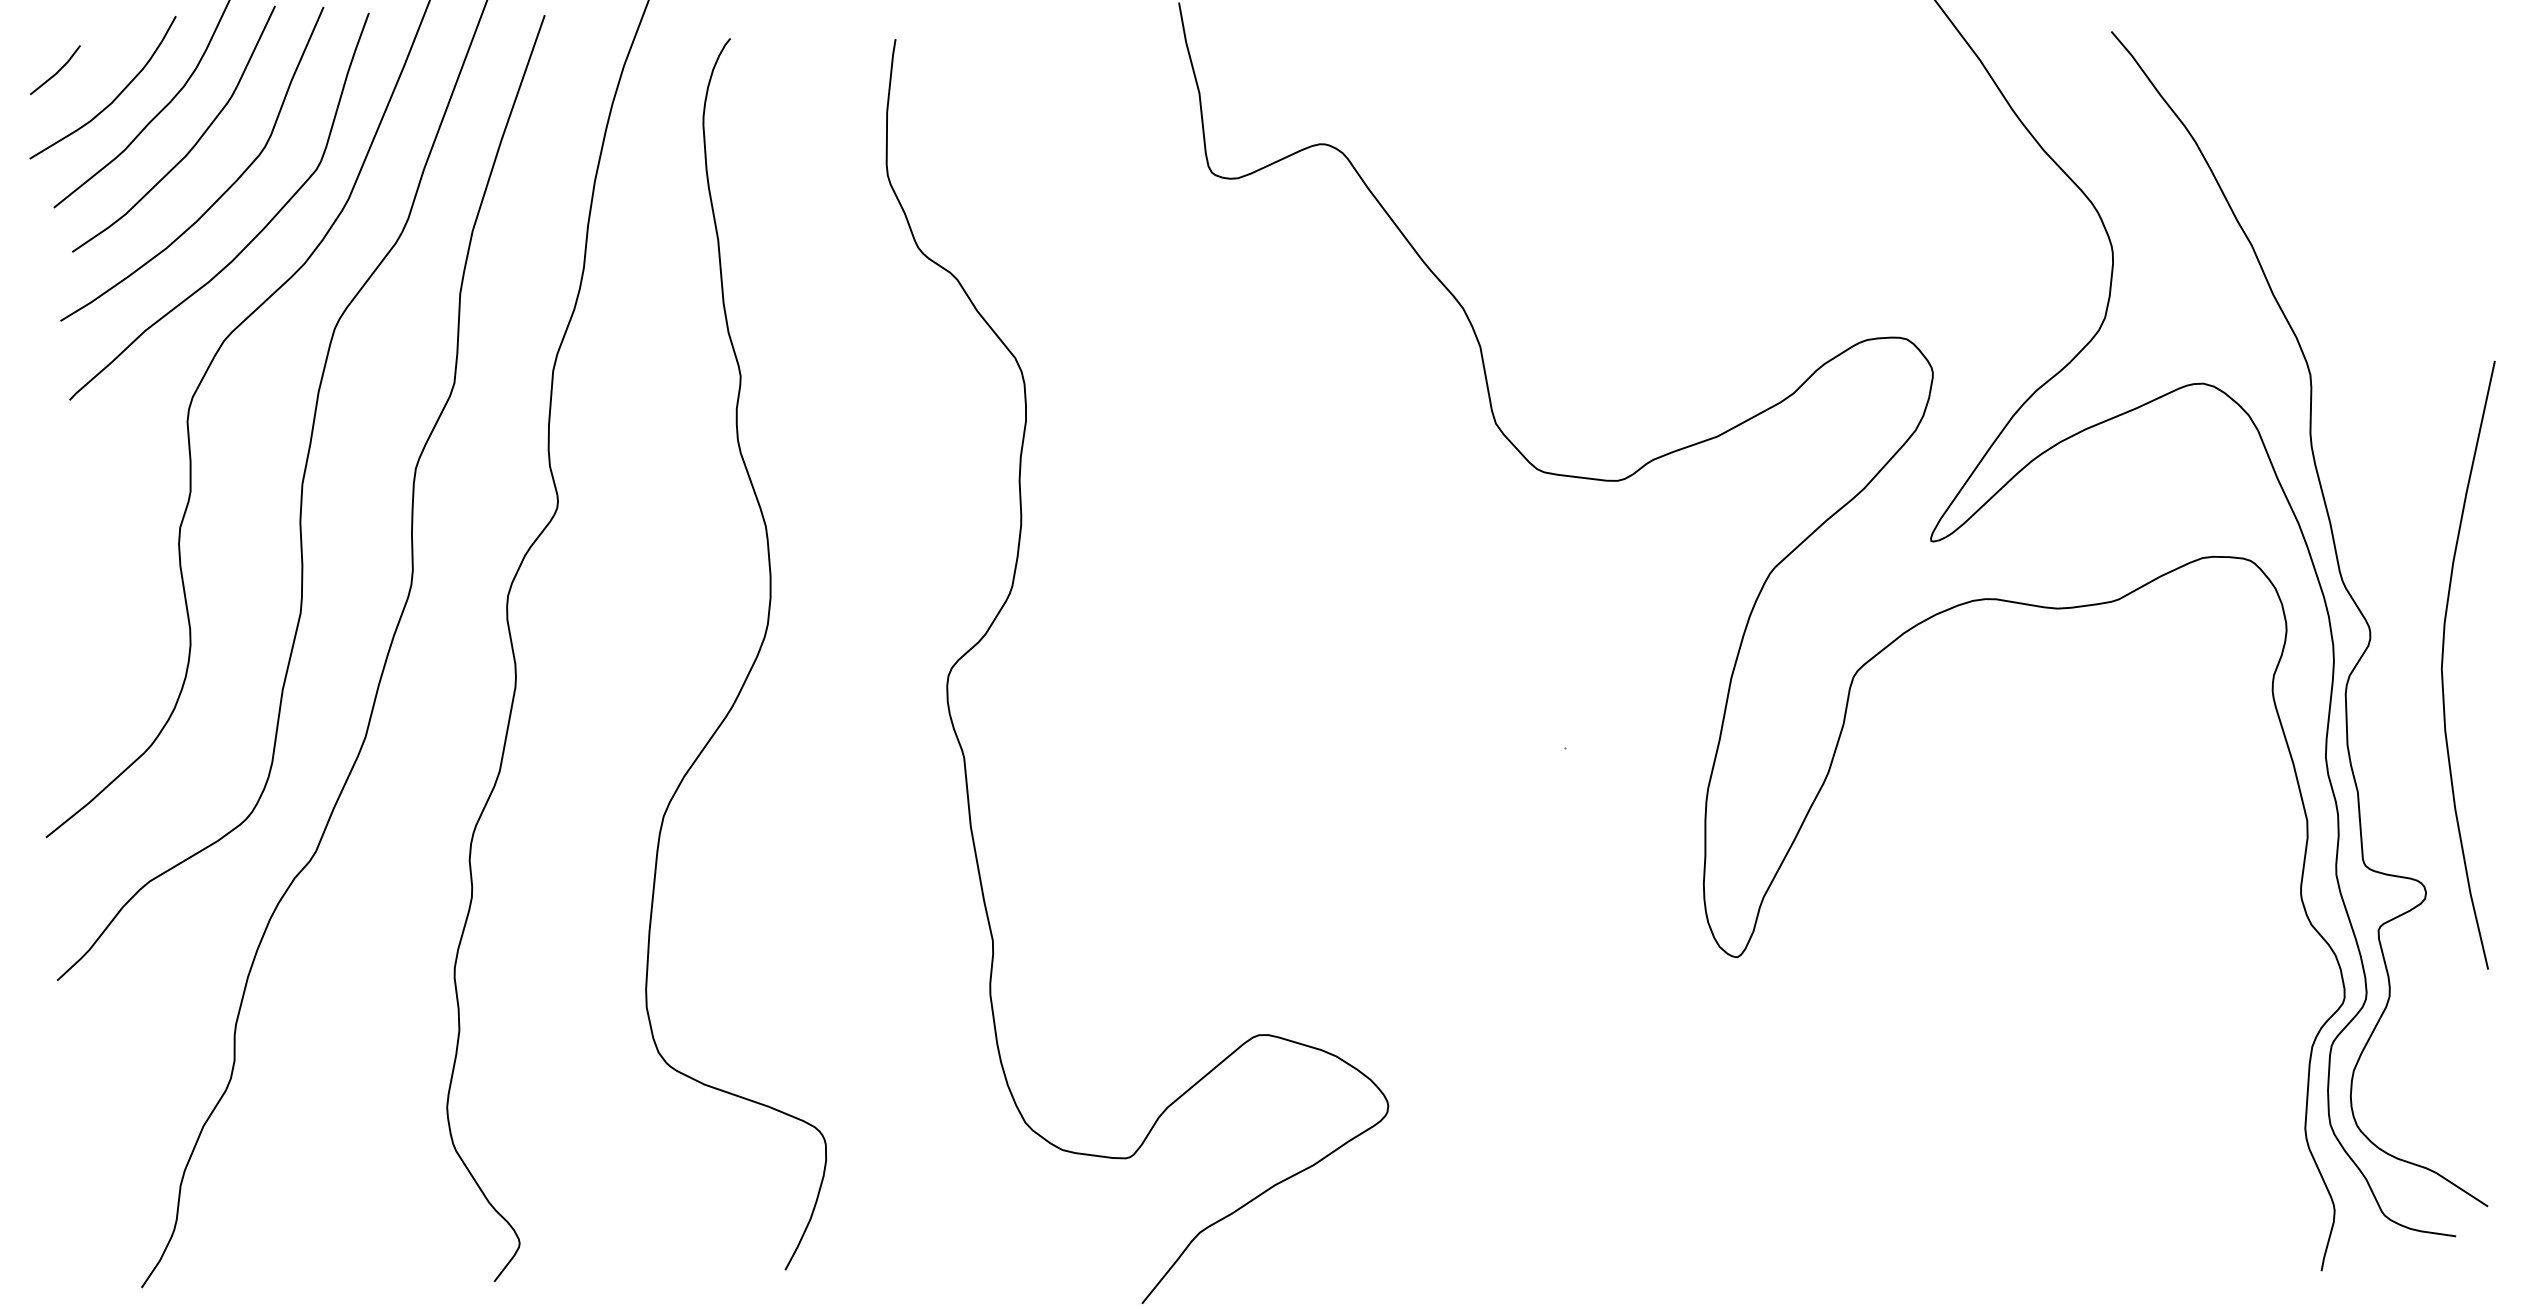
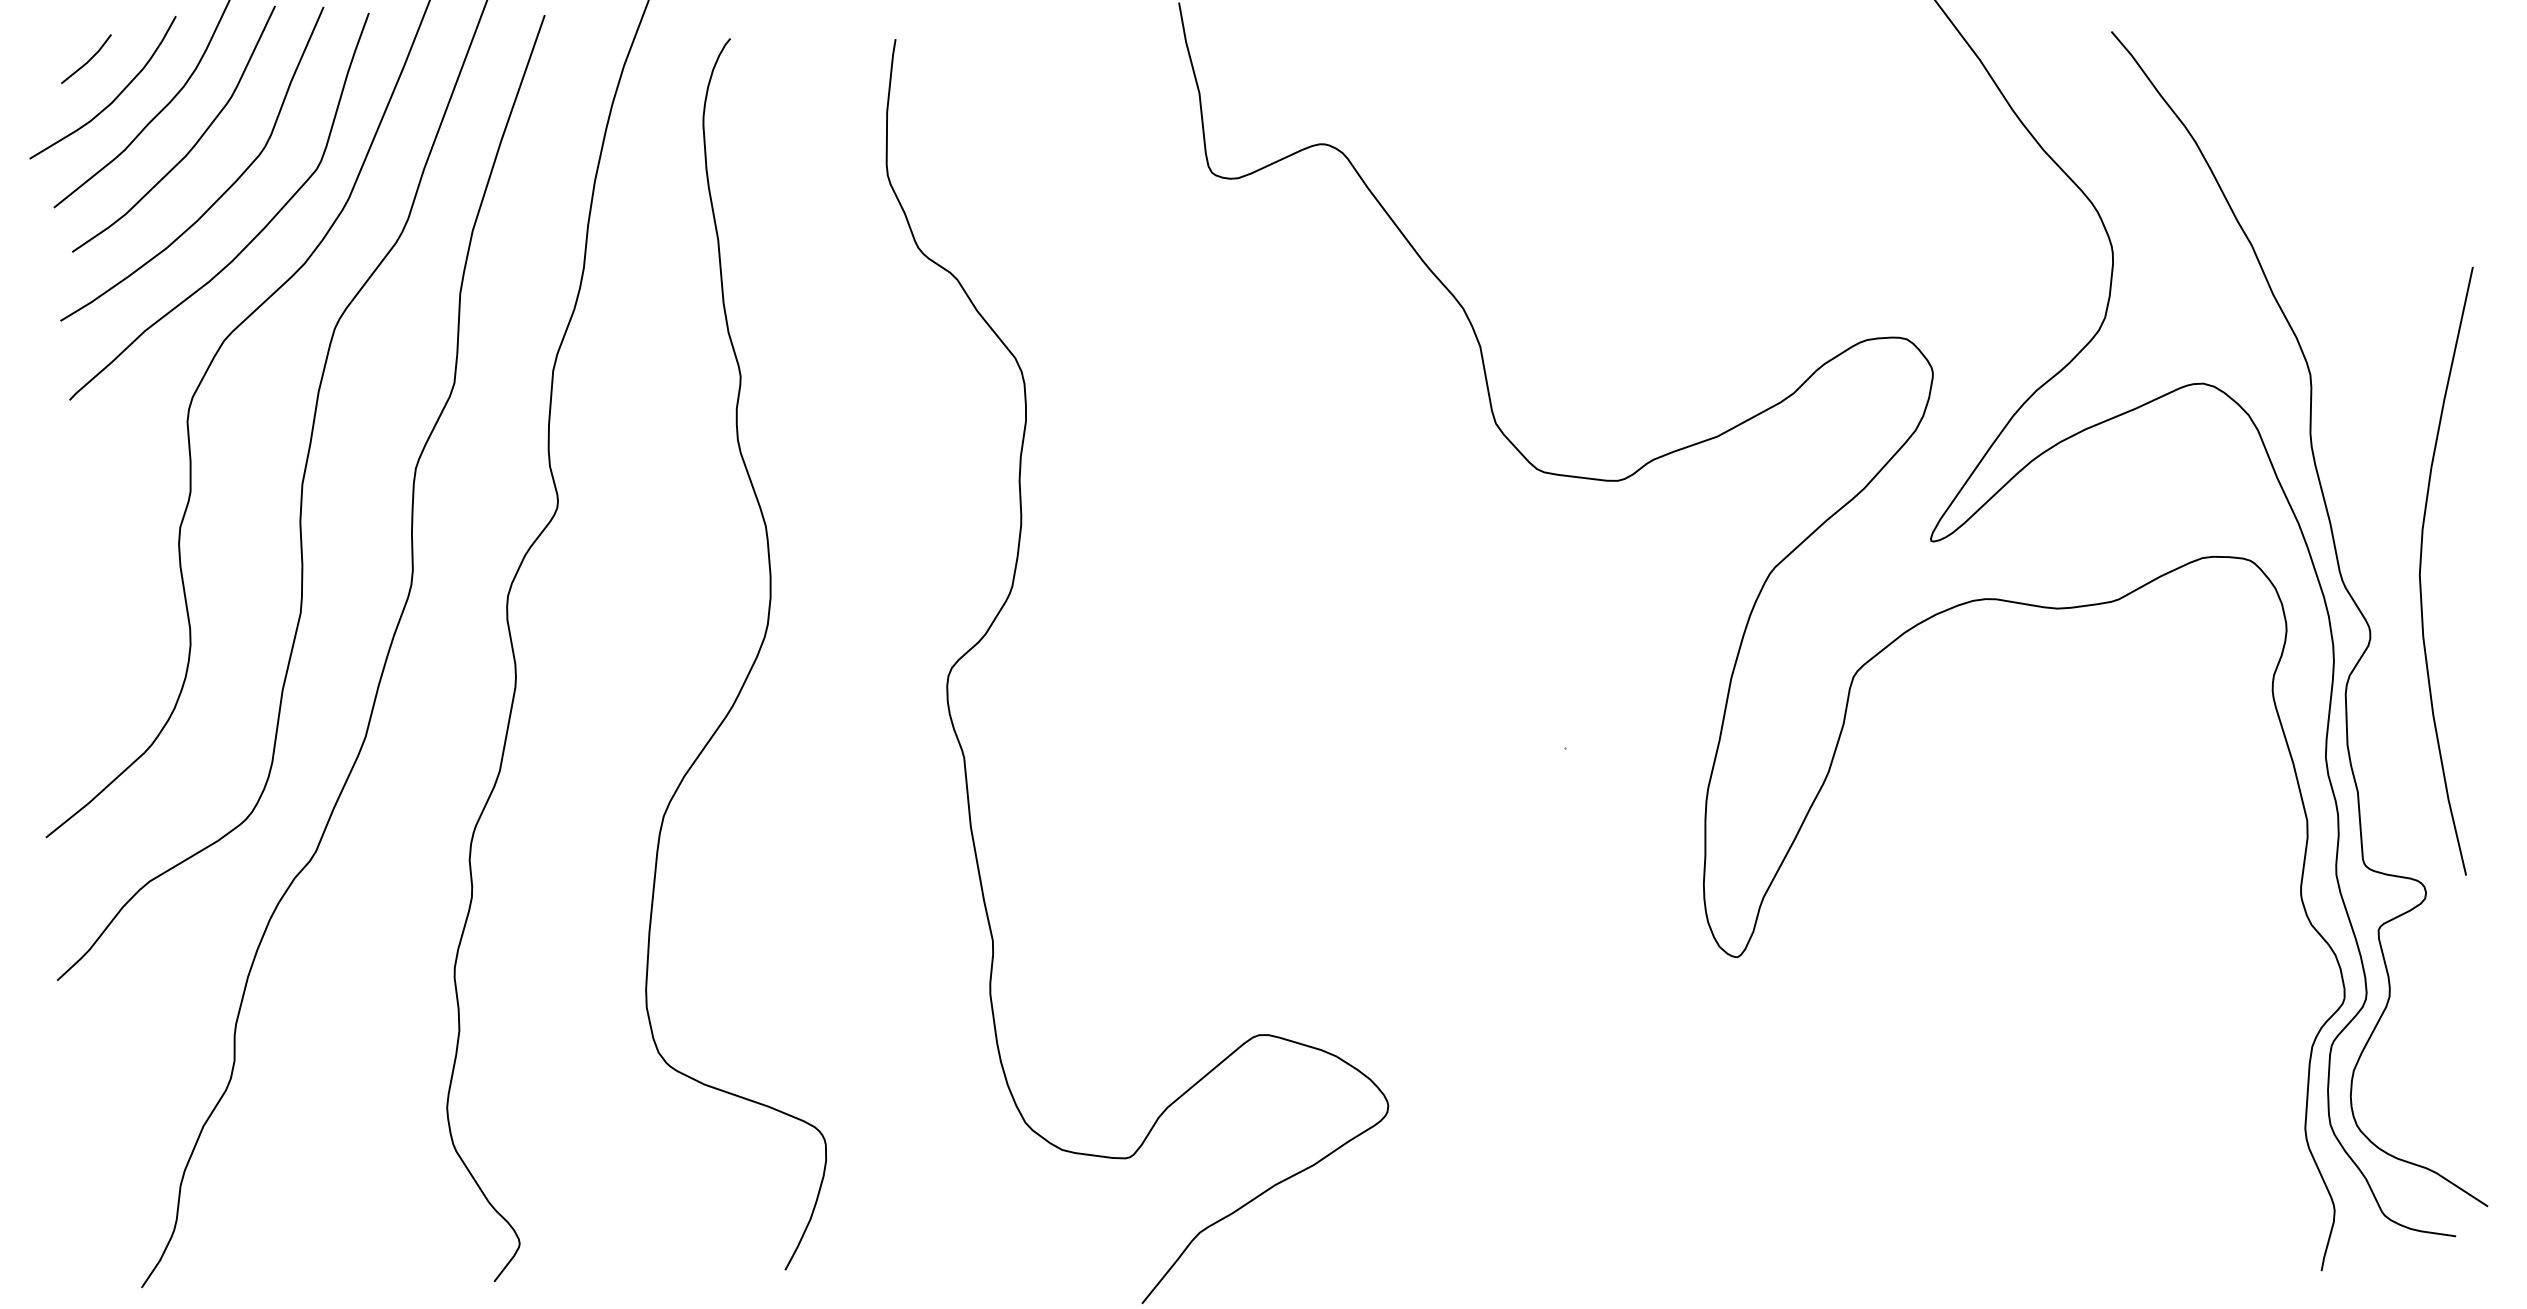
line at (57, 71) position: (57, 71) -> (88, 60)
curve at (2443, 662) position: (2443, 662) -> (2421, 568)
